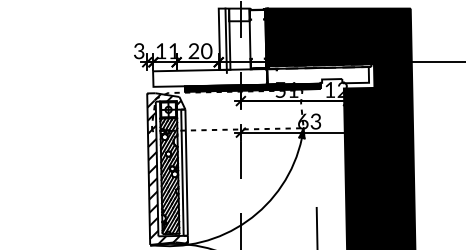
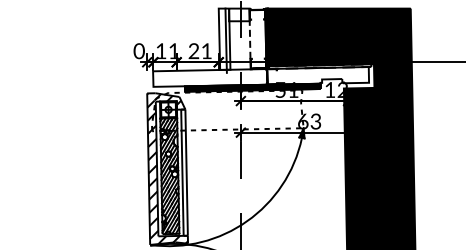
line at (250, 38): solid -> dashed
text at (138, 50): 3 -> 0
text at (206, 51): 20 -> 21
line at (316, 226): present -> none
